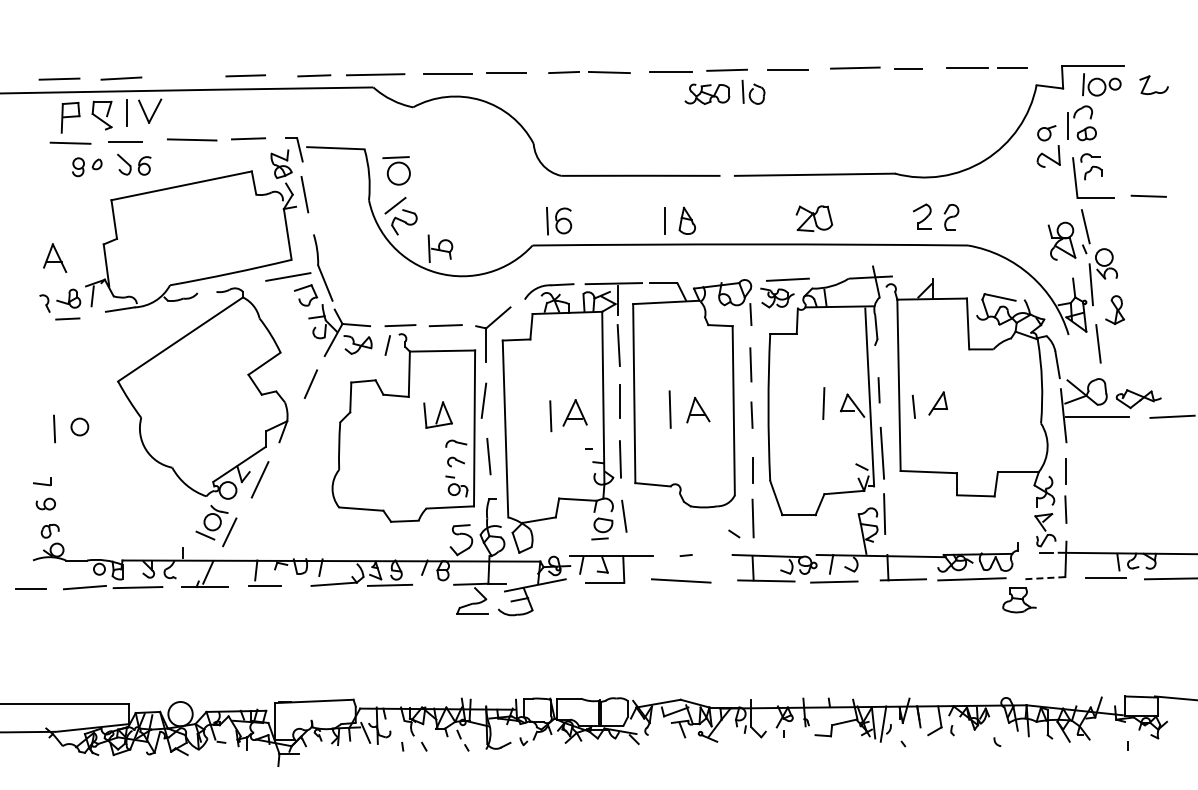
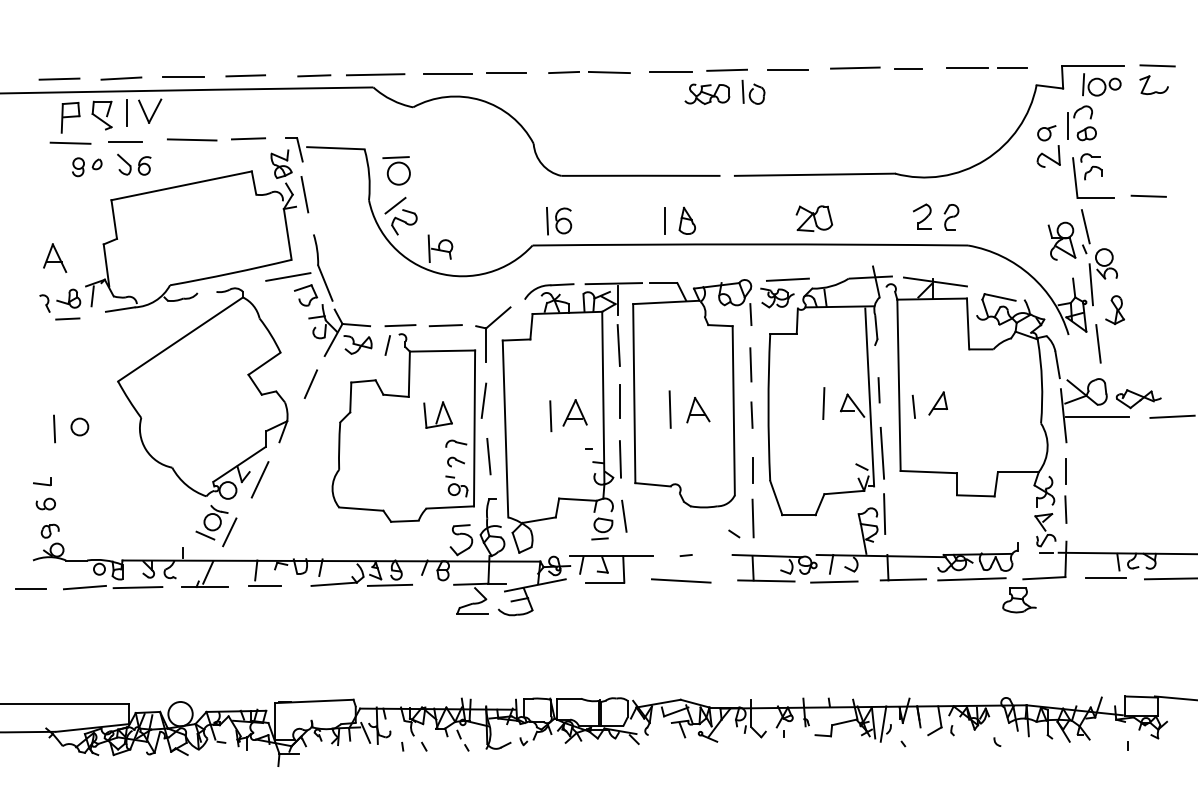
line at (1157, 65): none -> present
line at (183, 76): none -> present
line at (934, 281): none -> present
line at (1043, 578): dashed -> solid
